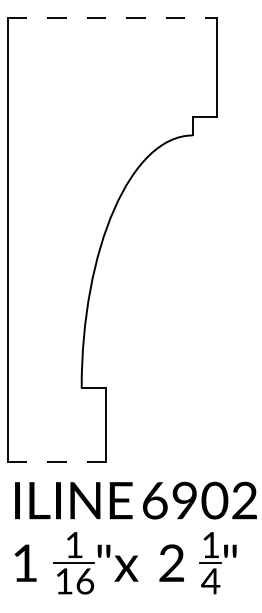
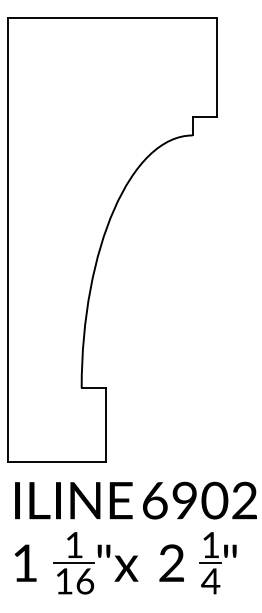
line at (112, 18): dashed -> solid
line at (57, 462): dashed -> solid
